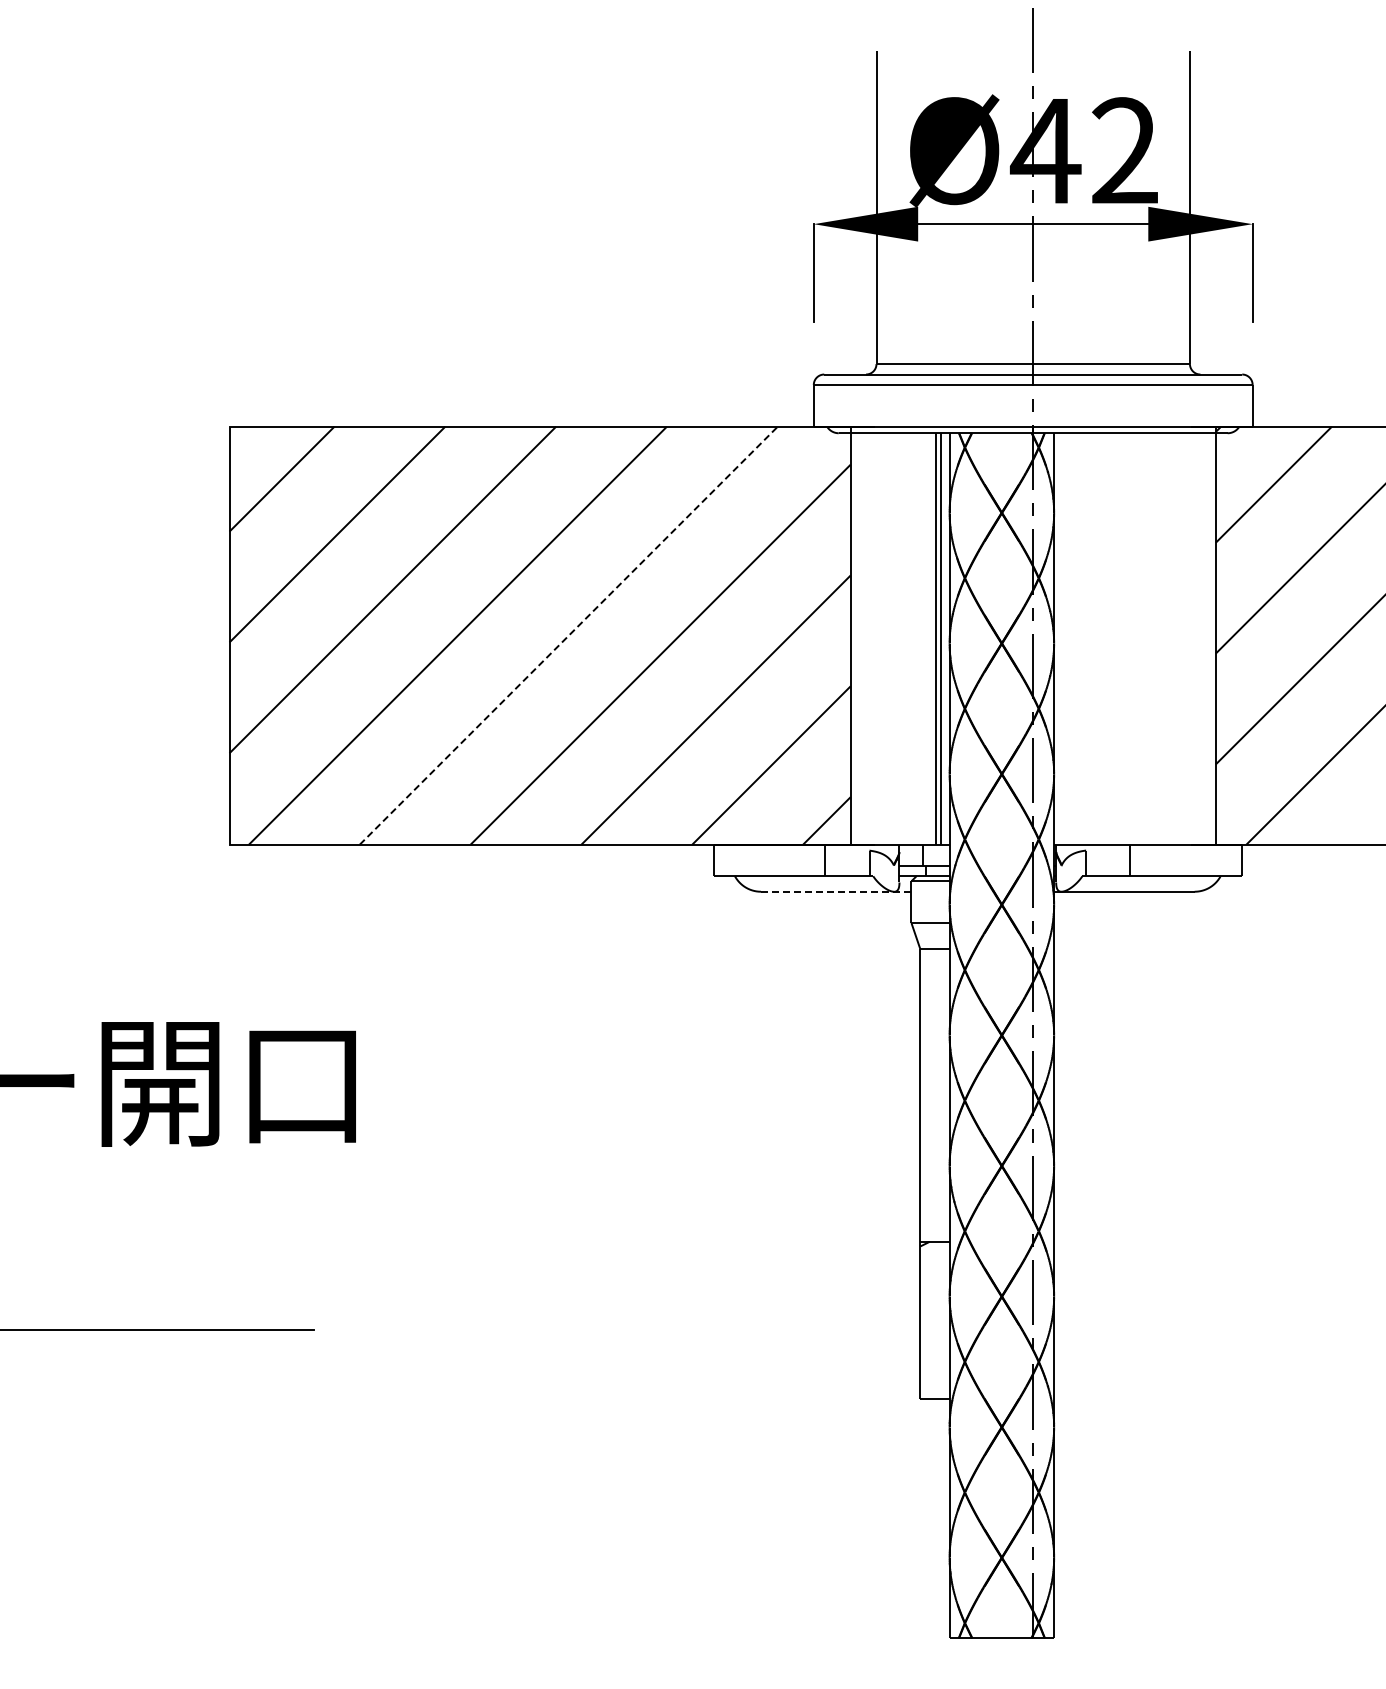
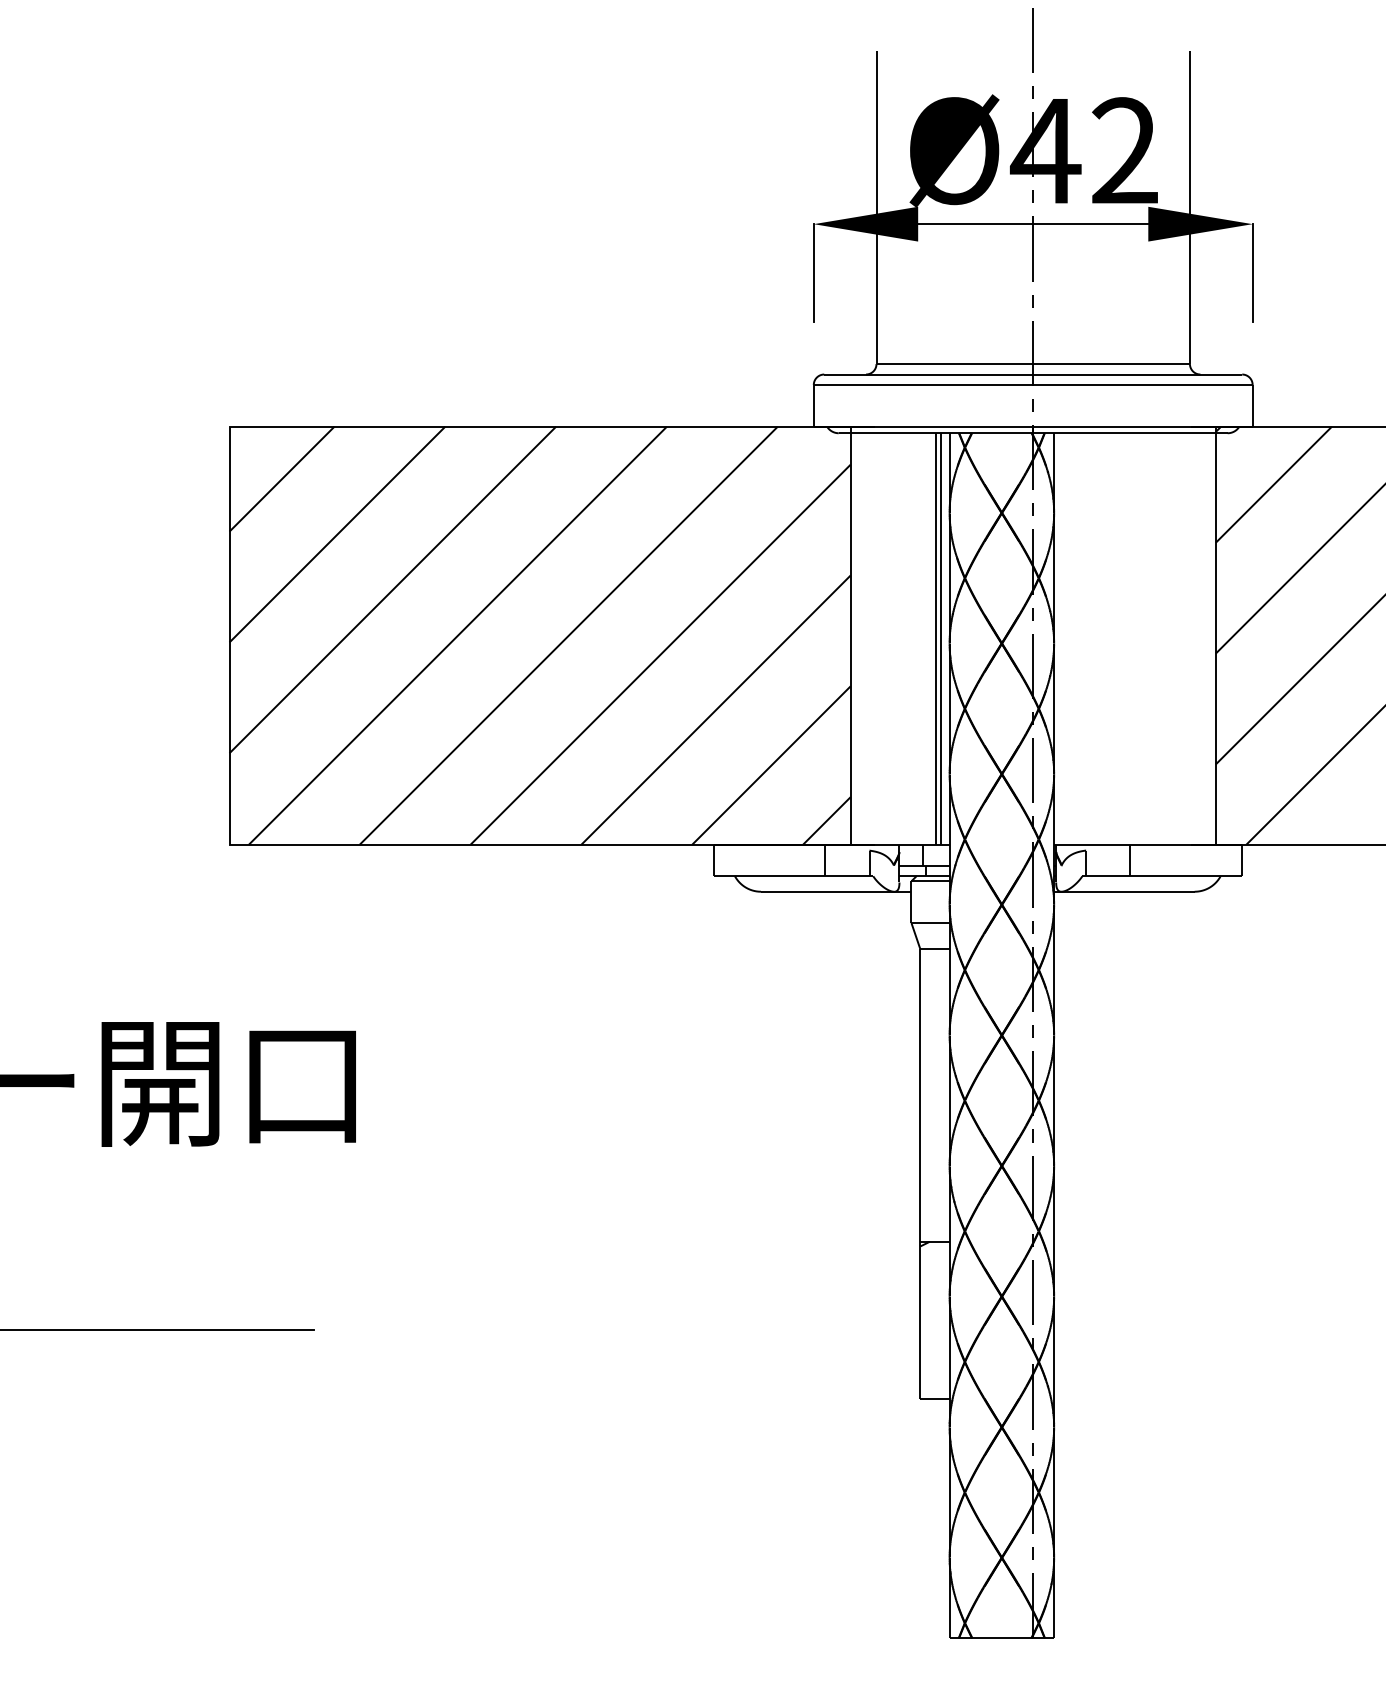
line at (568, 635): dashed -> solid
line at (836, 891): dashed -> solid
